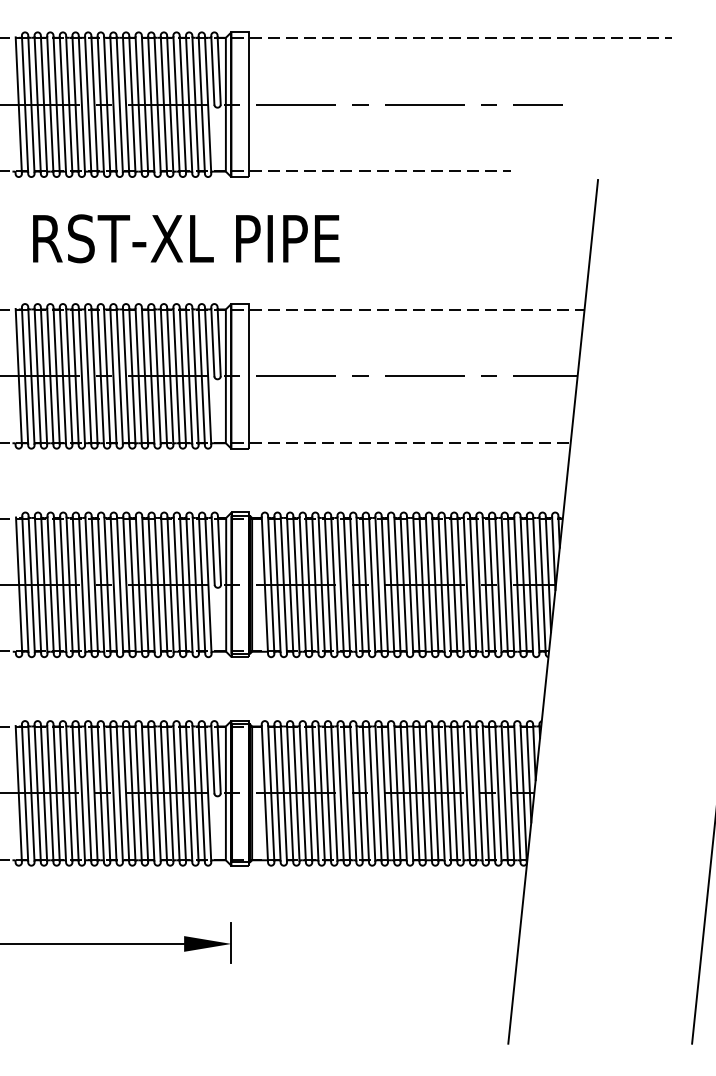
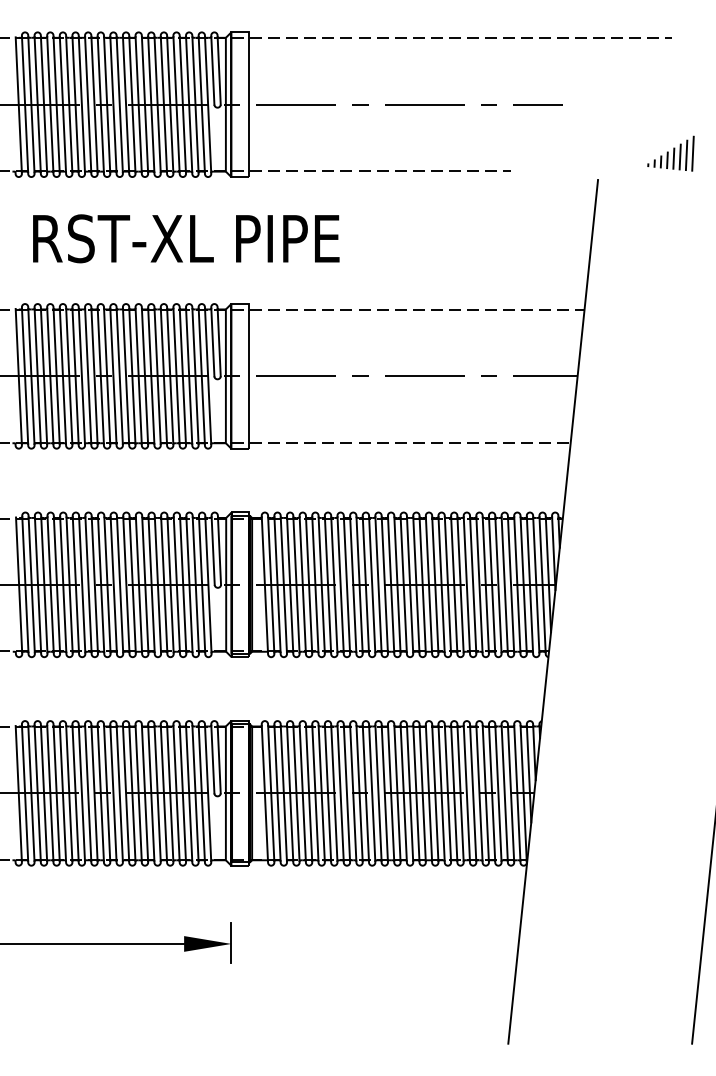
part at (670, 153): none -> present
